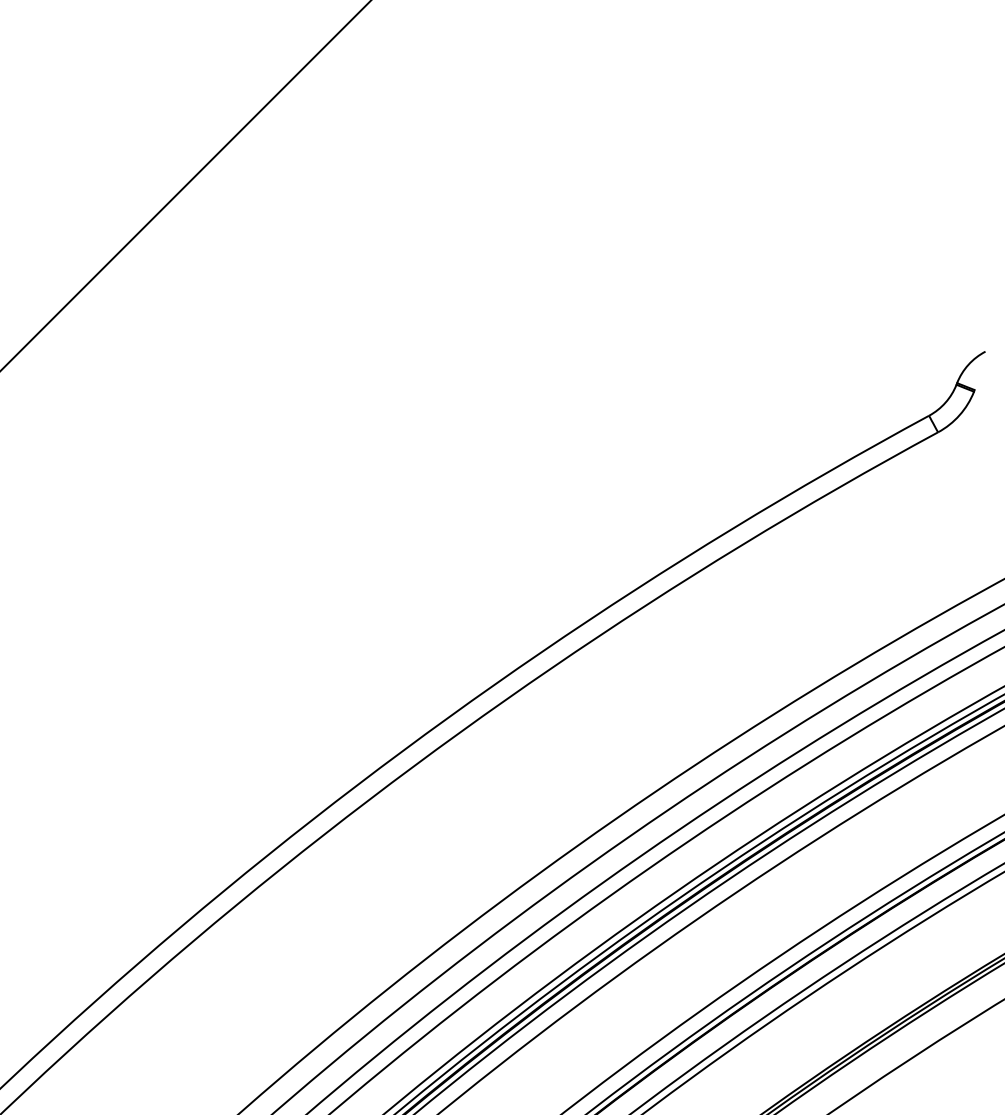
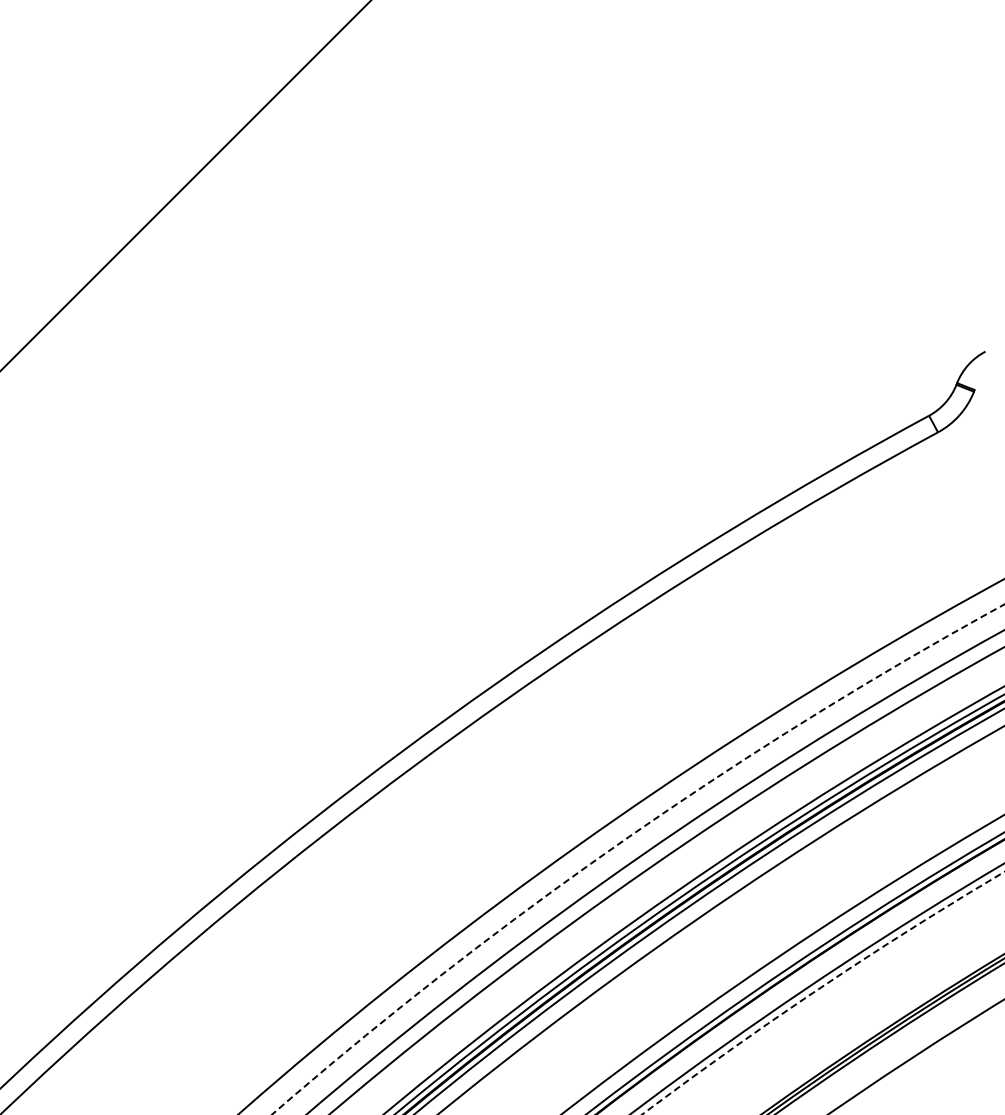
arc at (625, 839): solid -> dashed
circle at (823, 992): solid -> dashed
